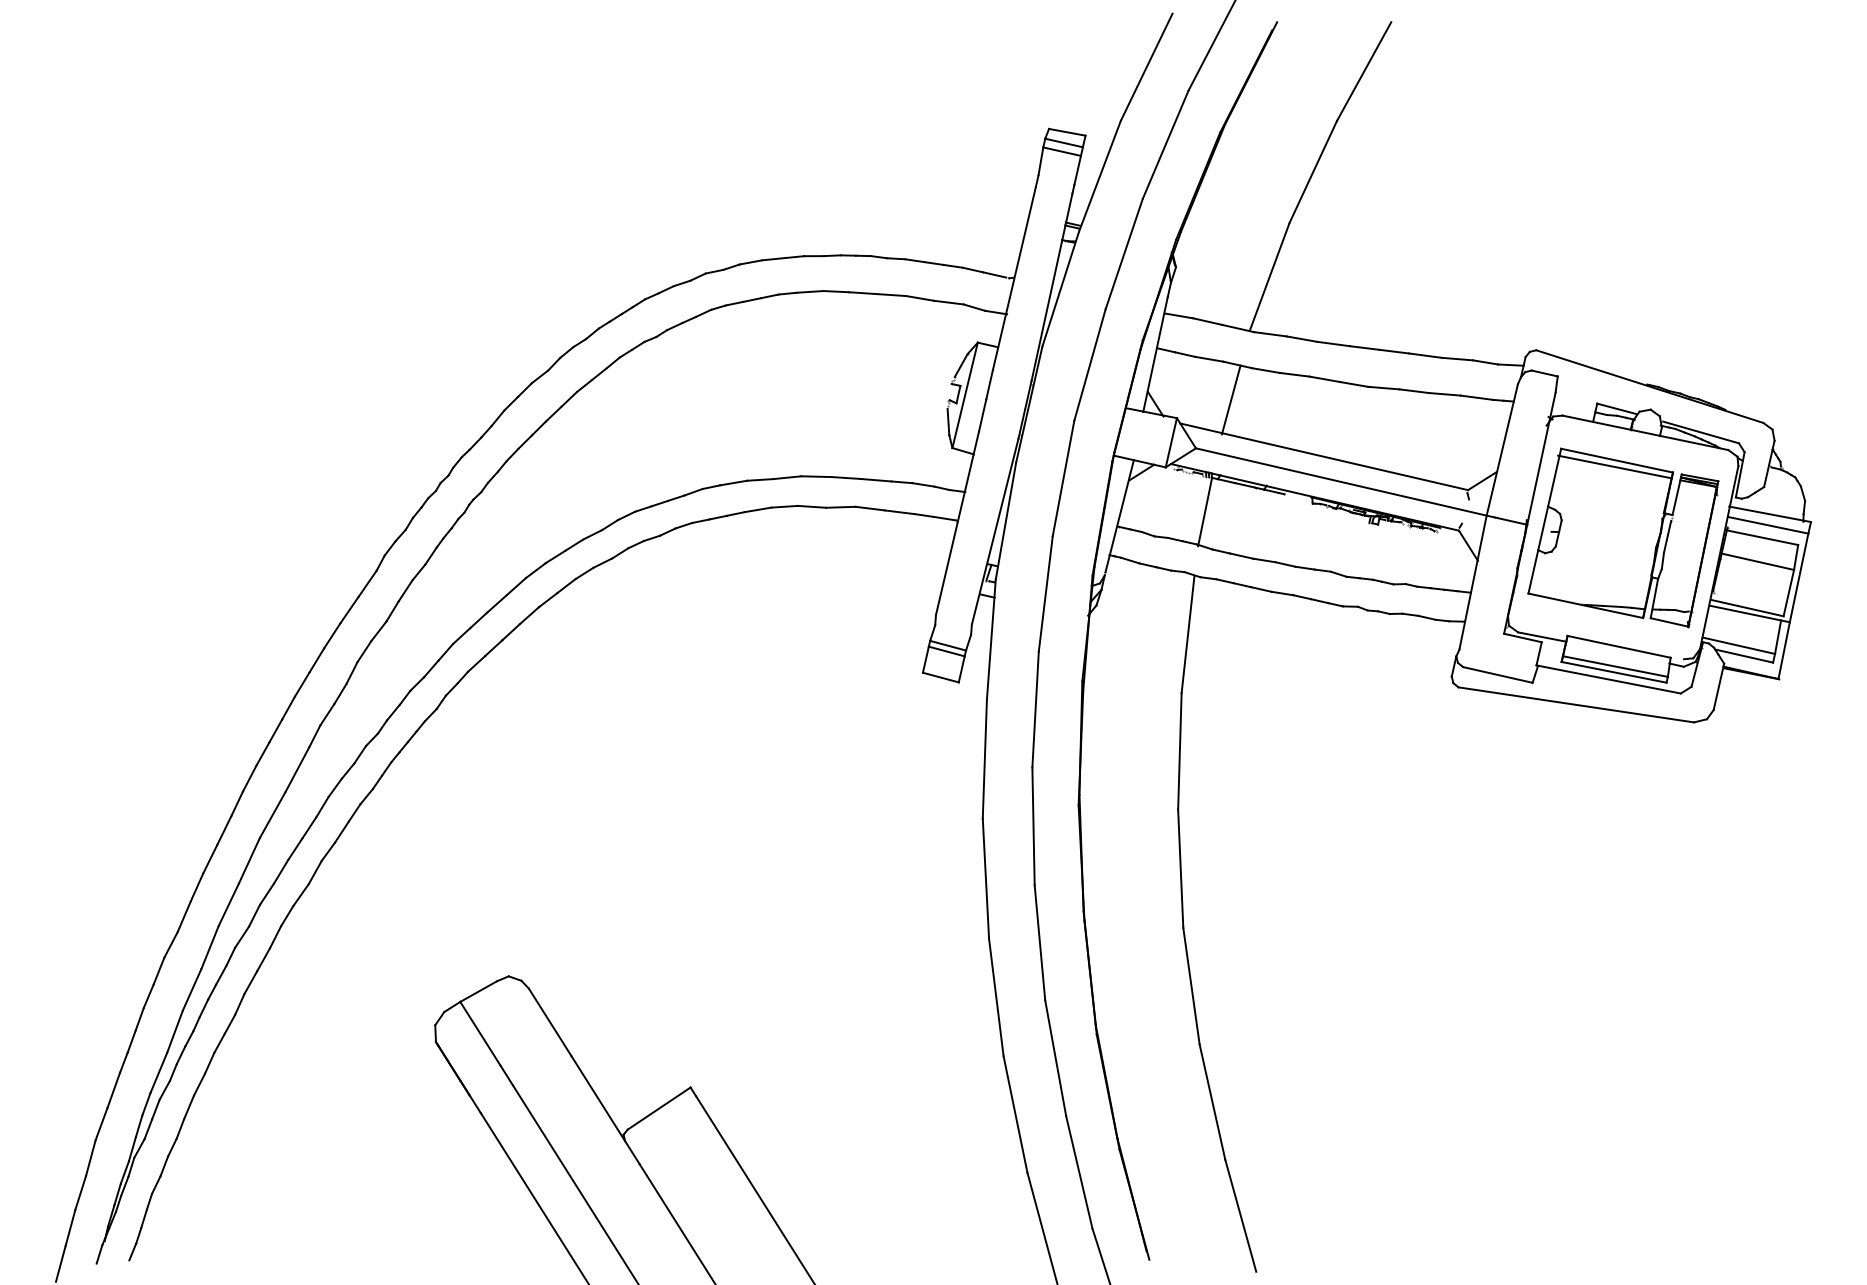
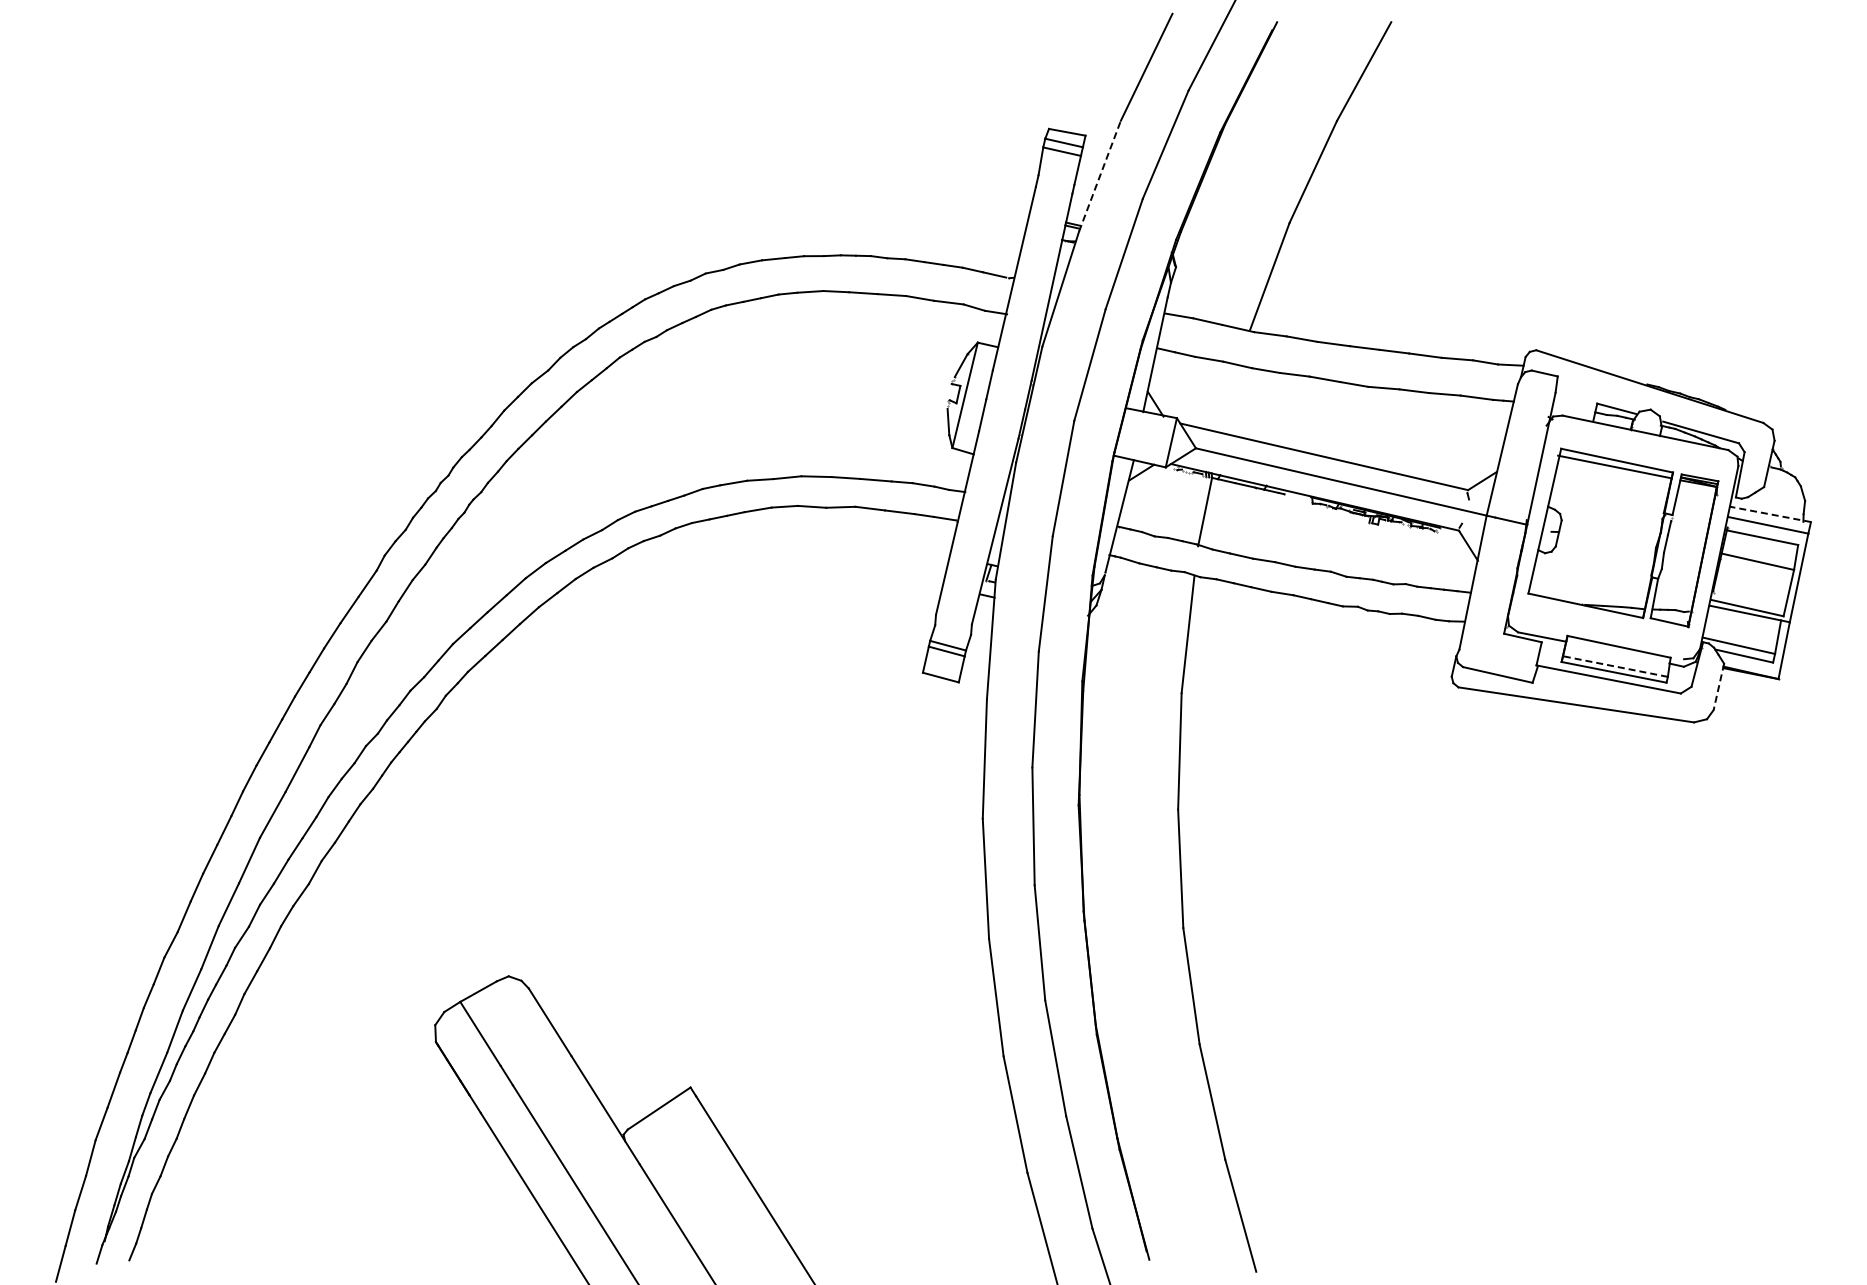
line at (1100, 175): solid -> dashed
line at (1230, 399): present -> none
line at (1770, 514): solid -> dashed
line at (1614, 666): solid -> dashed
line at (1718, 686): solid -> dashed
